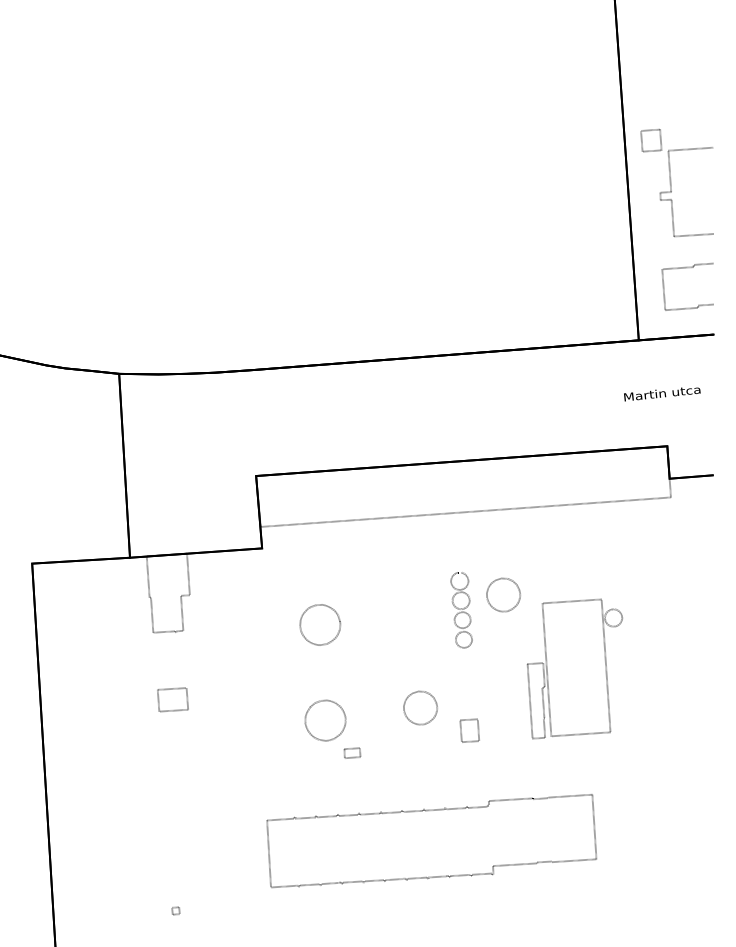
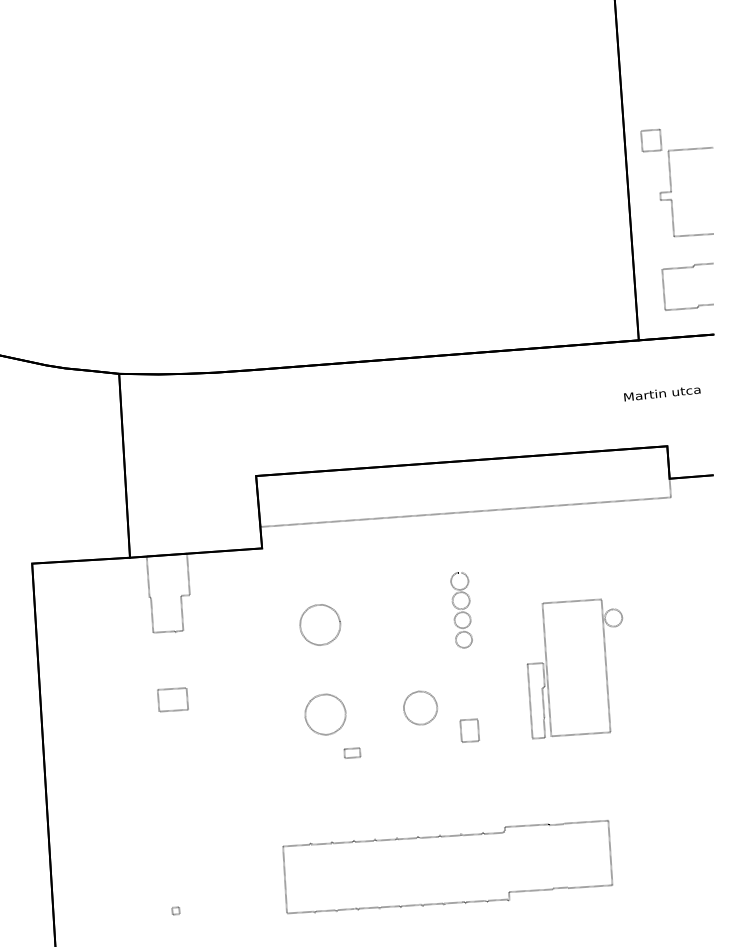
part at (503, 594): present -> none
part at (325, 720) position: (325, 720) -> (325, 714)
part at (431, 841) position: (431, 841) -> (447, 867)
